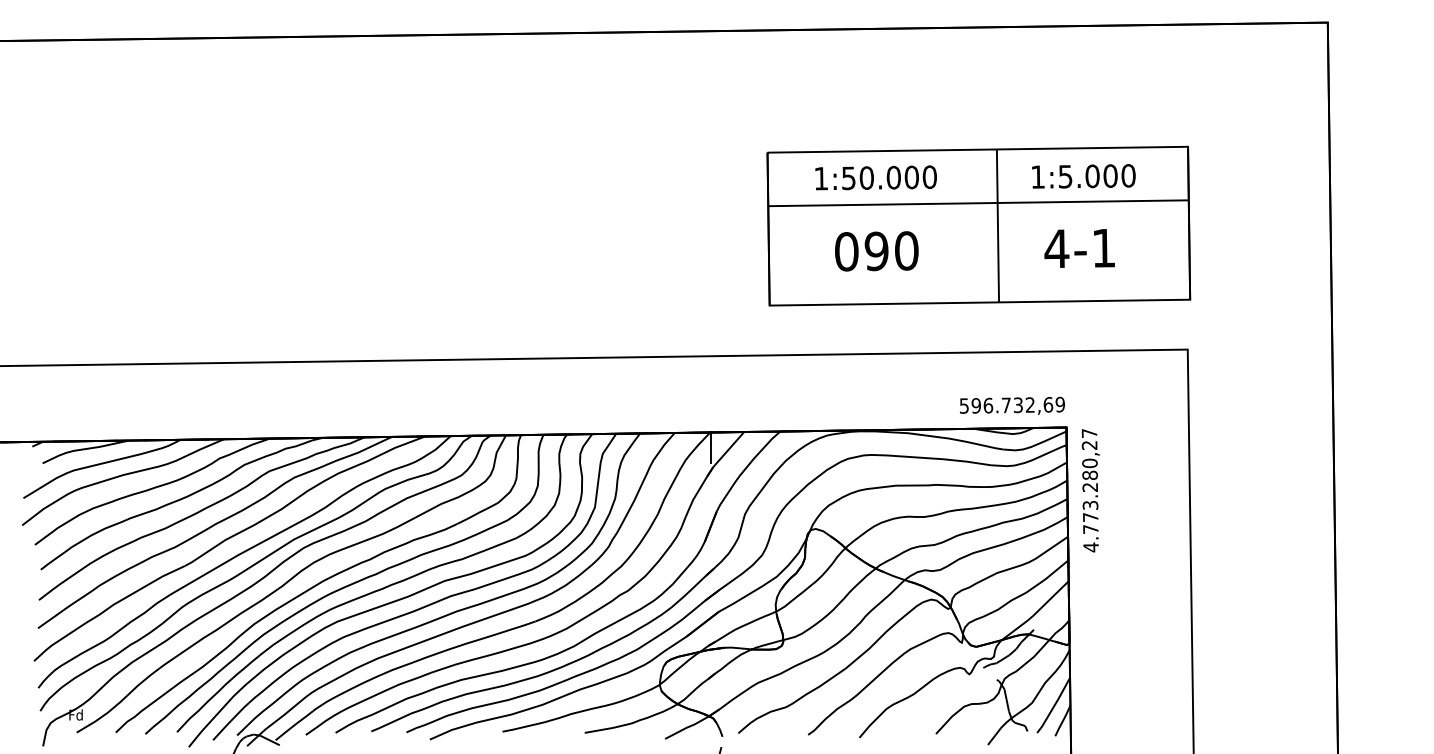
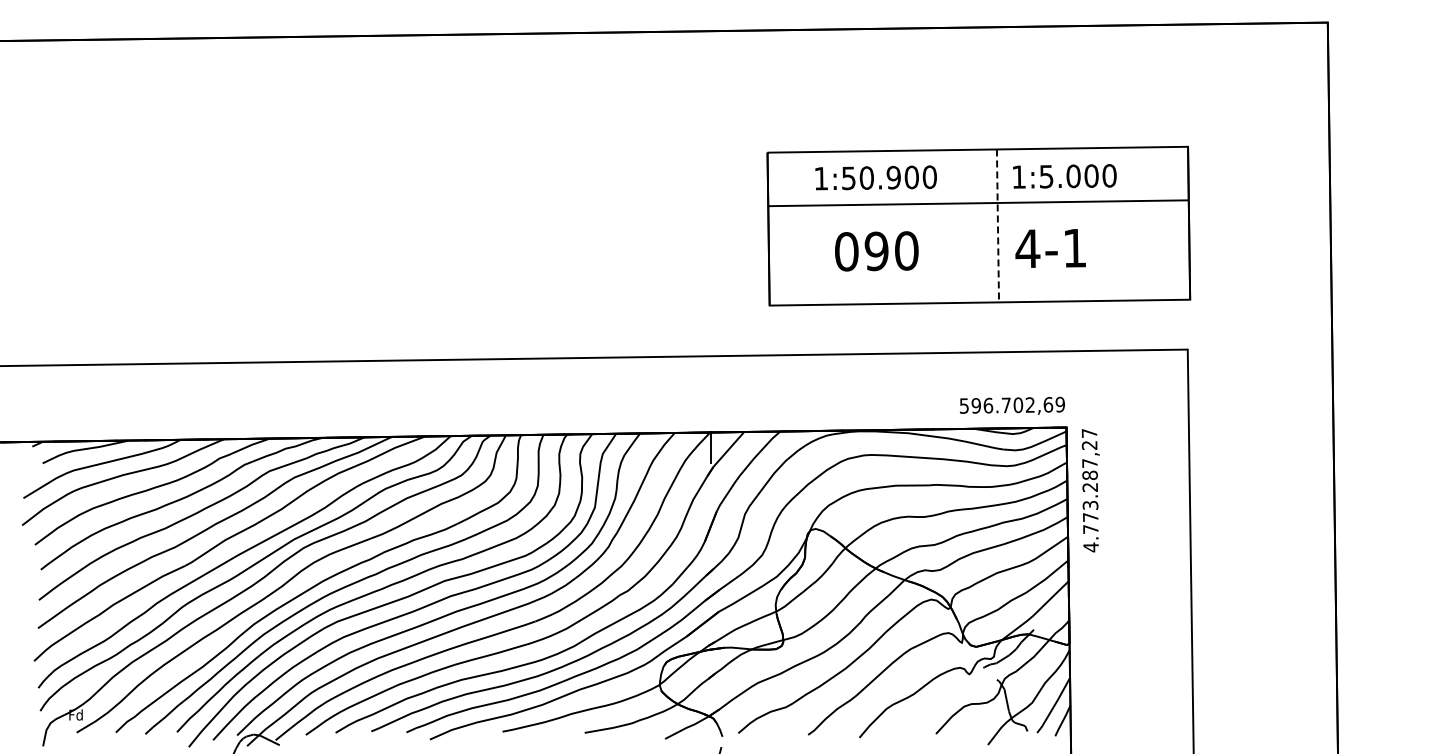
text at (1083, 176) position: (1083, 176) -> (1064, 176)
text at (893, 177): 1:50.000 -> 1:50.900
line at (997, 226): solid -> dashed
text at (1079, 248) position: (1079, 248) -> (1050, 248)
text at (1018, 405): 596.732,69 -> 596.702,69
text at (1089, 463): 4.773.280,27 -> 4.773.287,27
